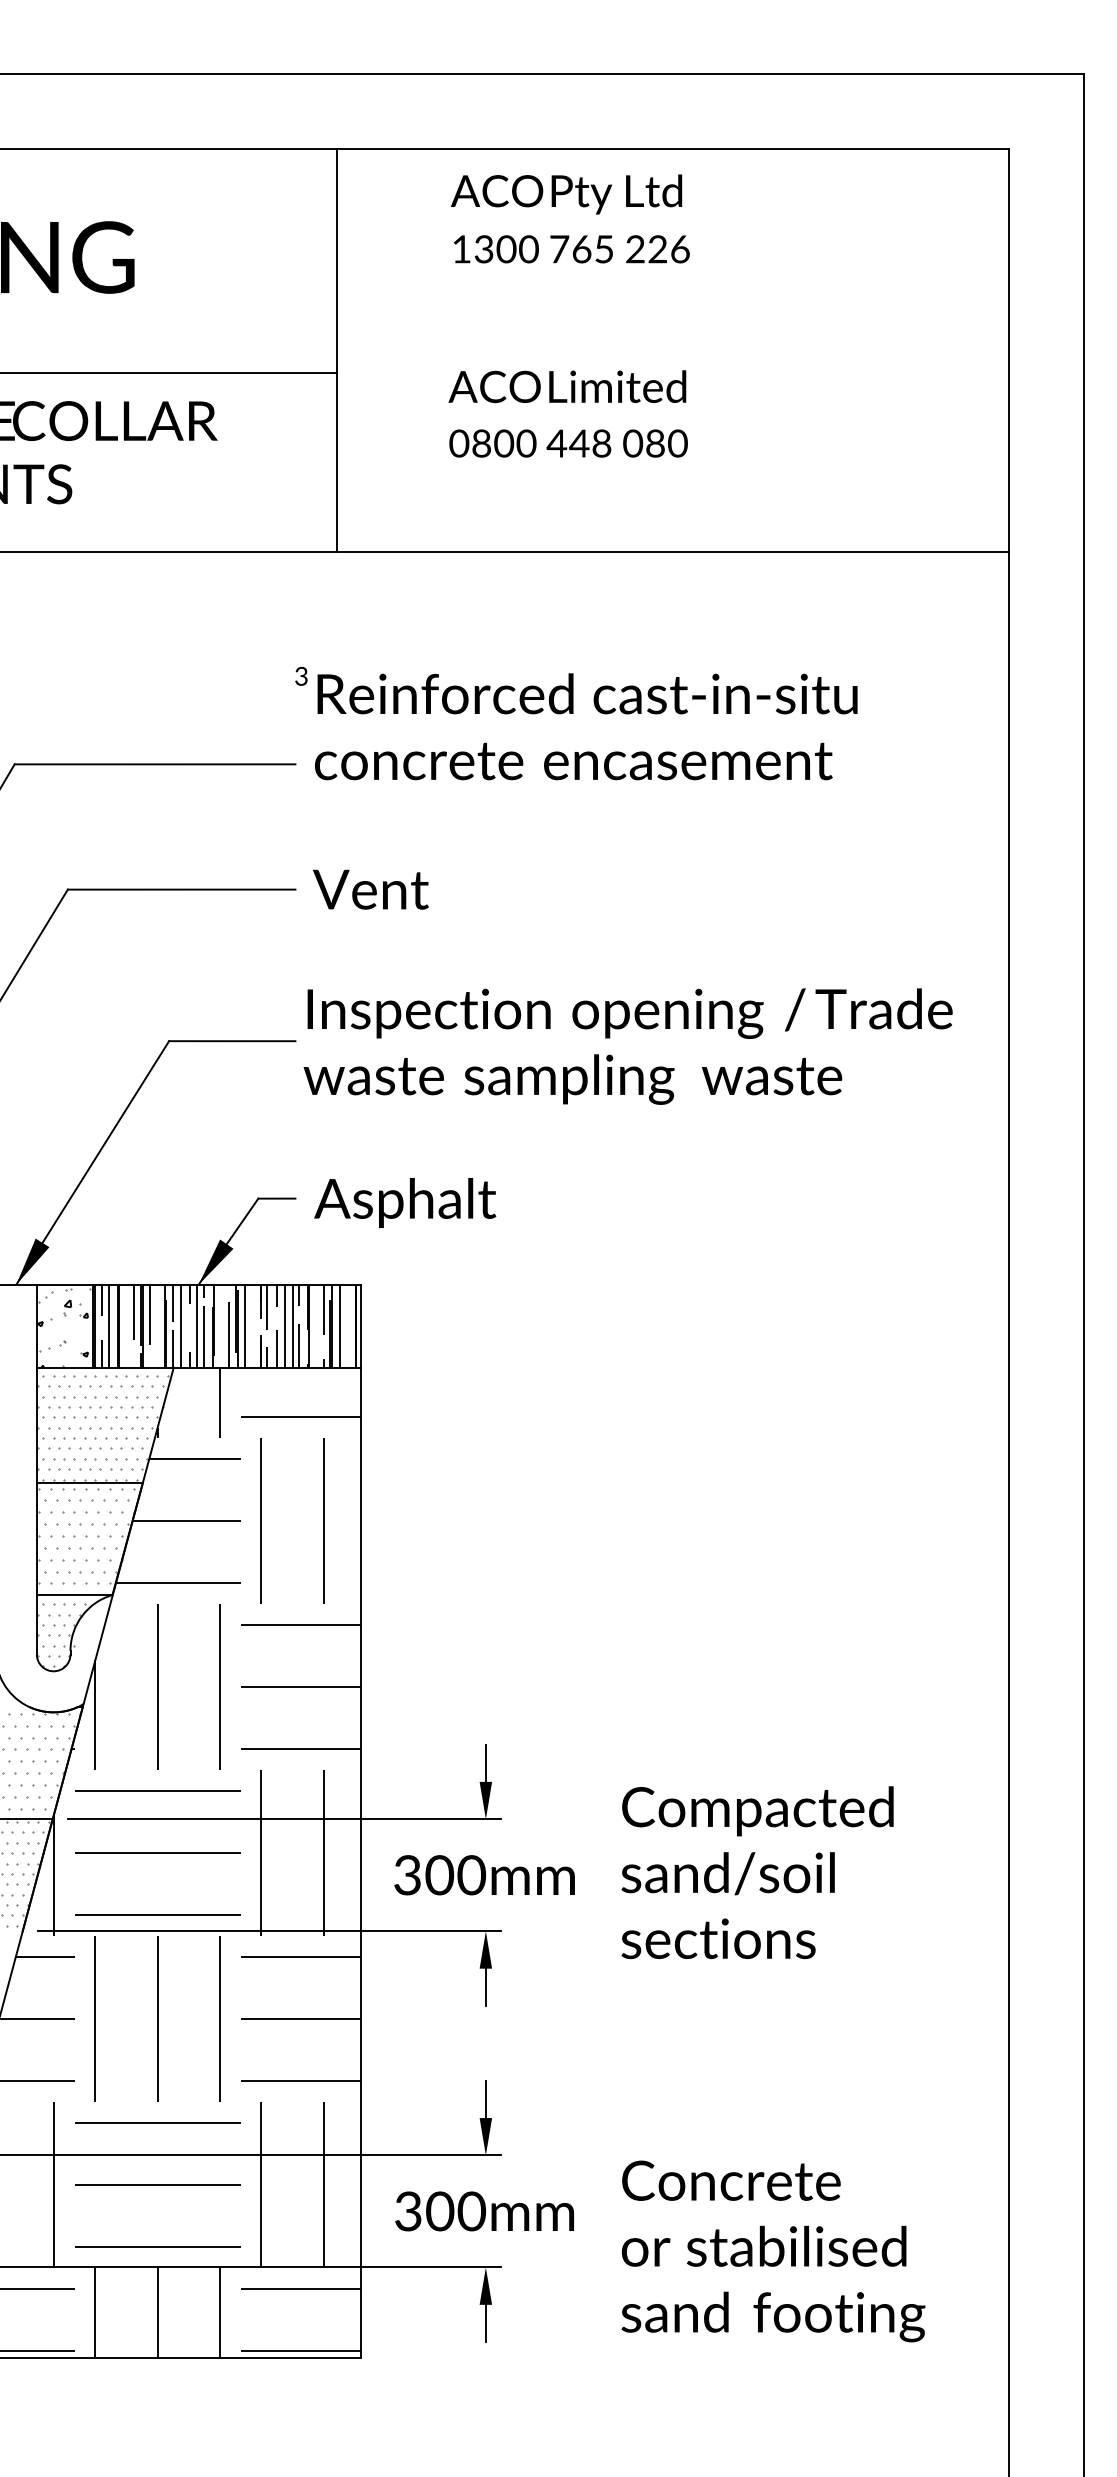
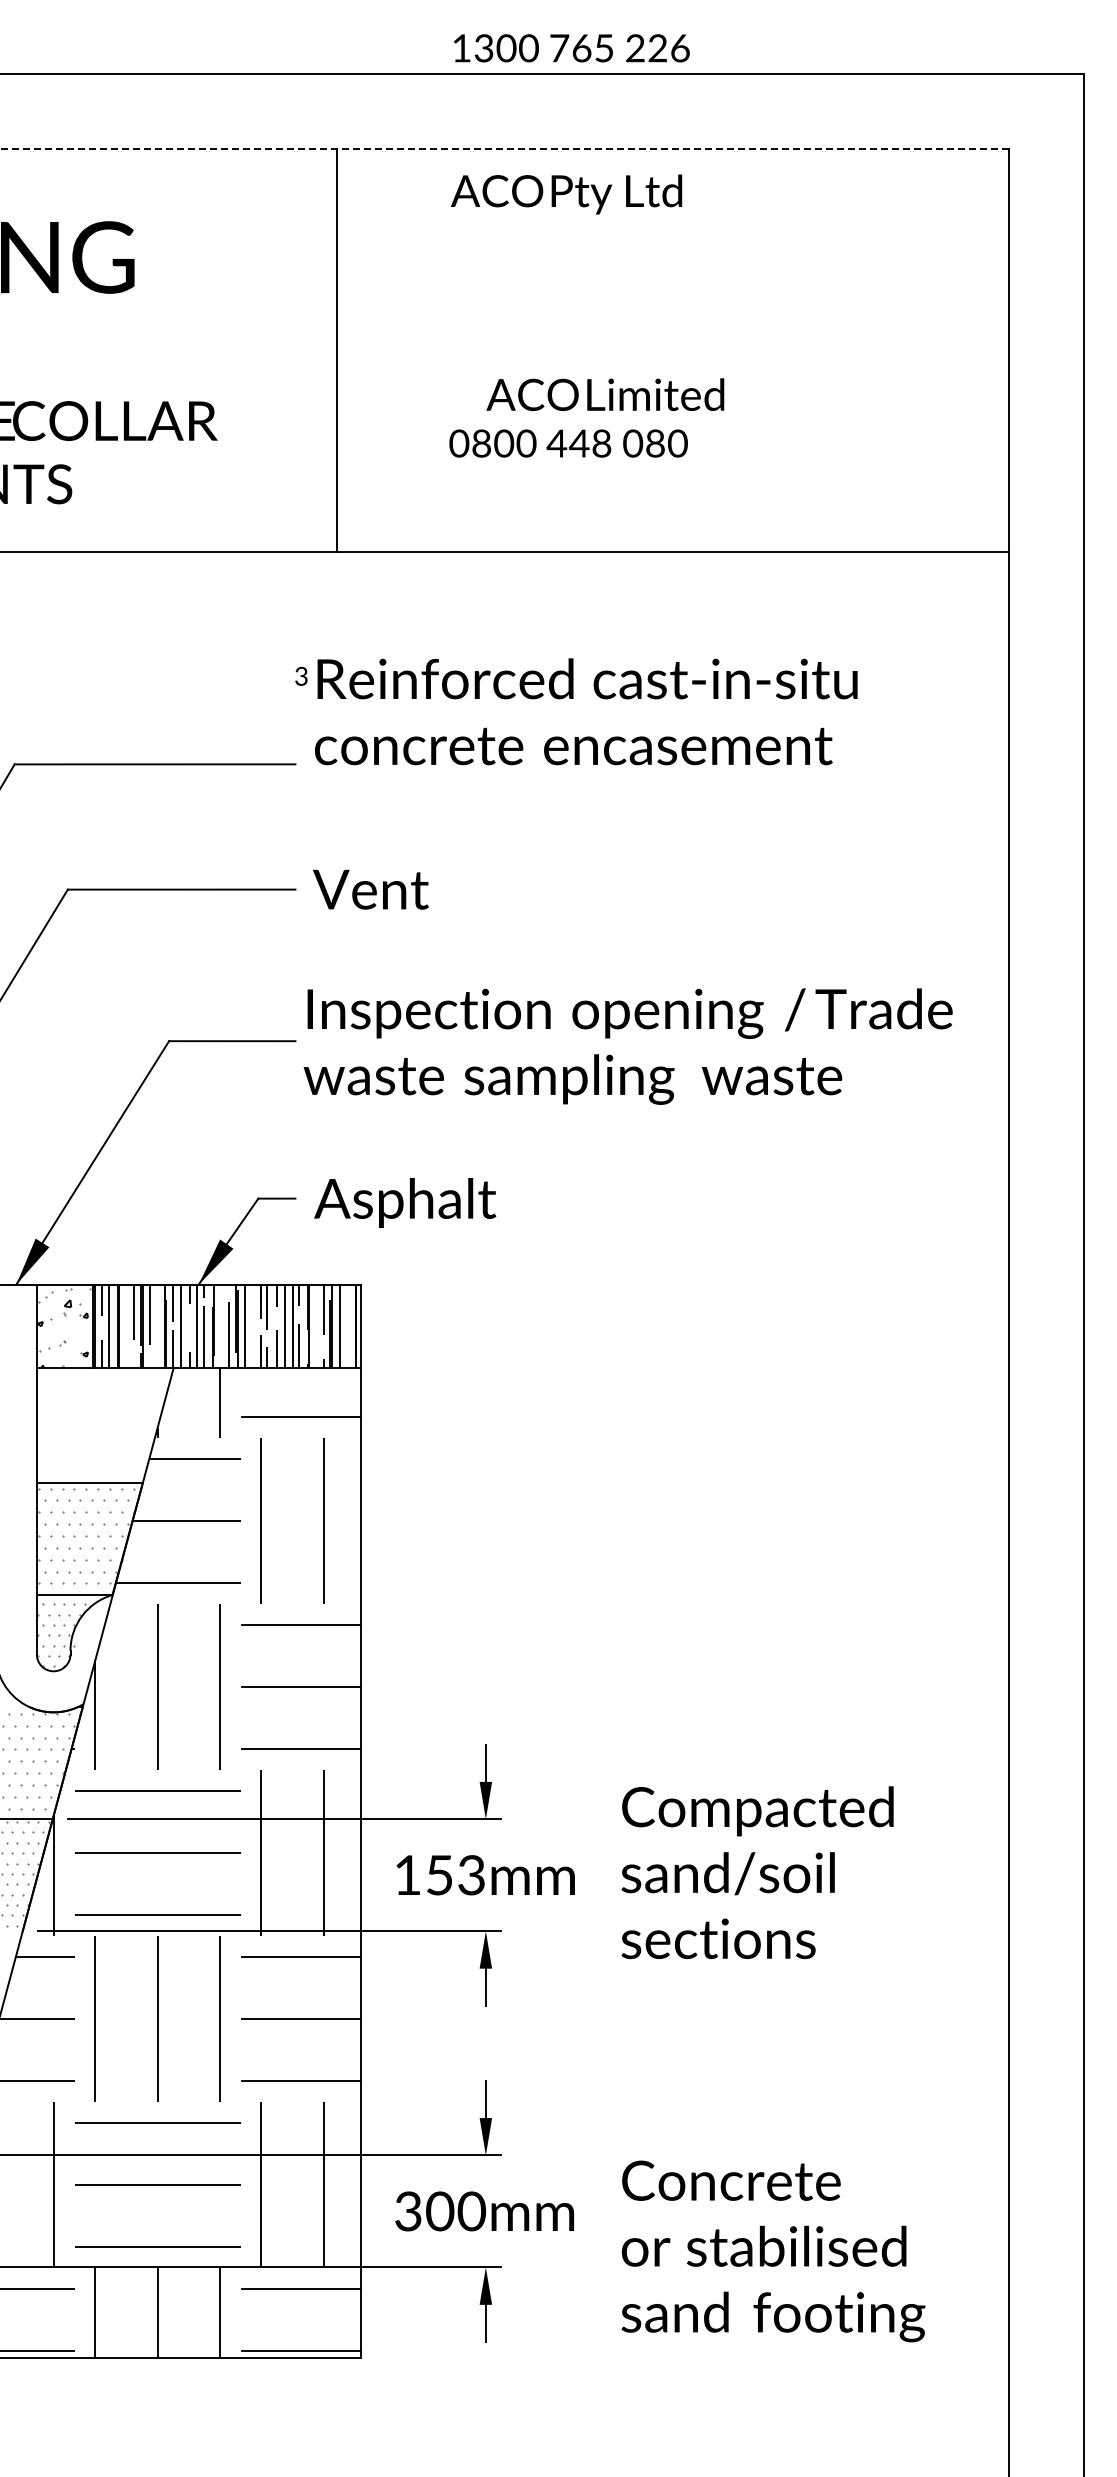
line at (505, 149): solid -> dashed
text at (571, 249) position: (571, 249) -> (571, 48)
line at (169, 373): present -> none
text at (567, 386) position: (567, 386) -> (605, 394)
text at (586, 726) position: (586, 726) -> (586, 711)
hatch at (102, 1427): present -> none
text at (440, 1875): 300mm -> 153mm
